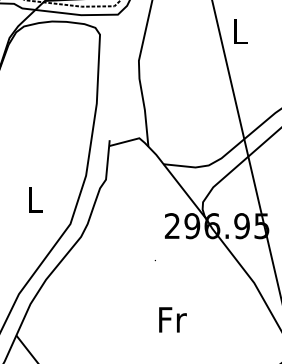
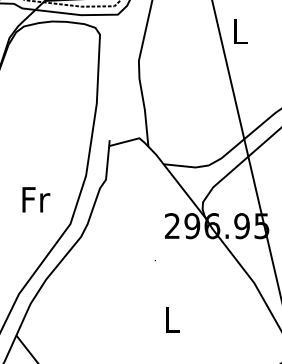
text at (36, 199): L -> Fr
text at (172, 319): Fr -> L
